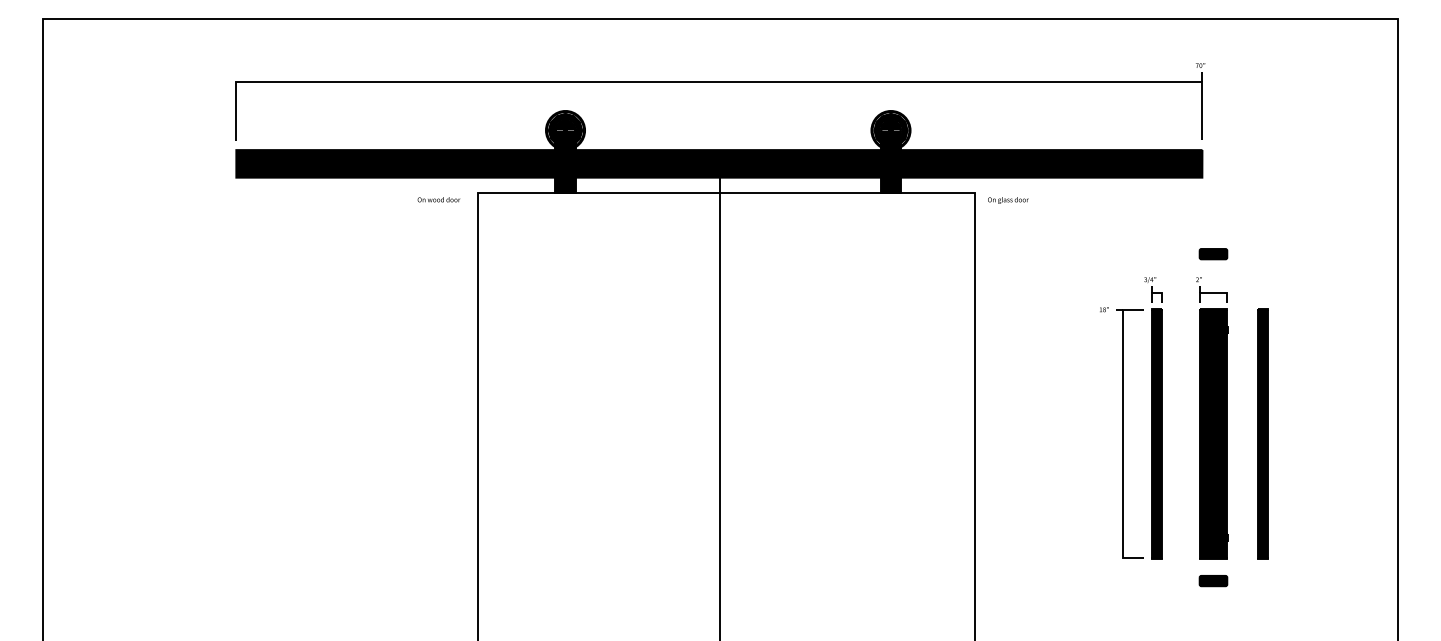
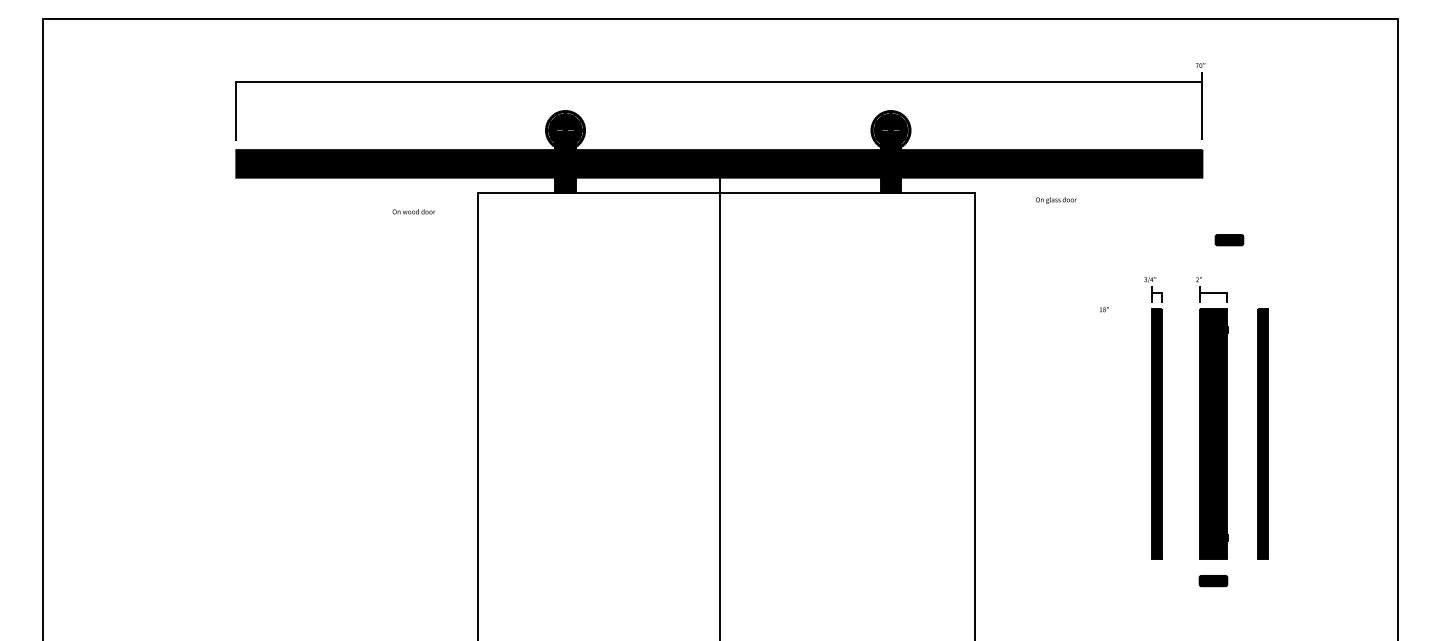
text at (438, 199) position: (438, 199) -> (413, 211)
text at (1008, 200) position: (1008, 200) -> (1056, 200)
part at (1213, 254) position: (1213, 254) -> (1229, 240)
part at (1129, 433): present -> none
